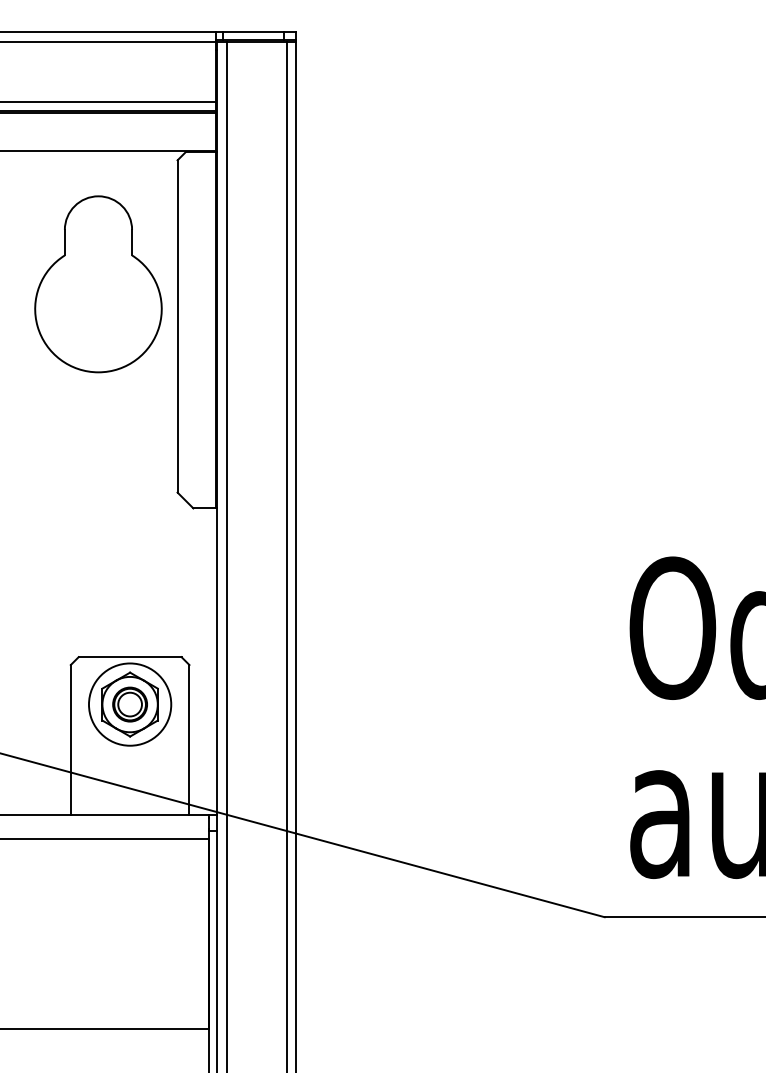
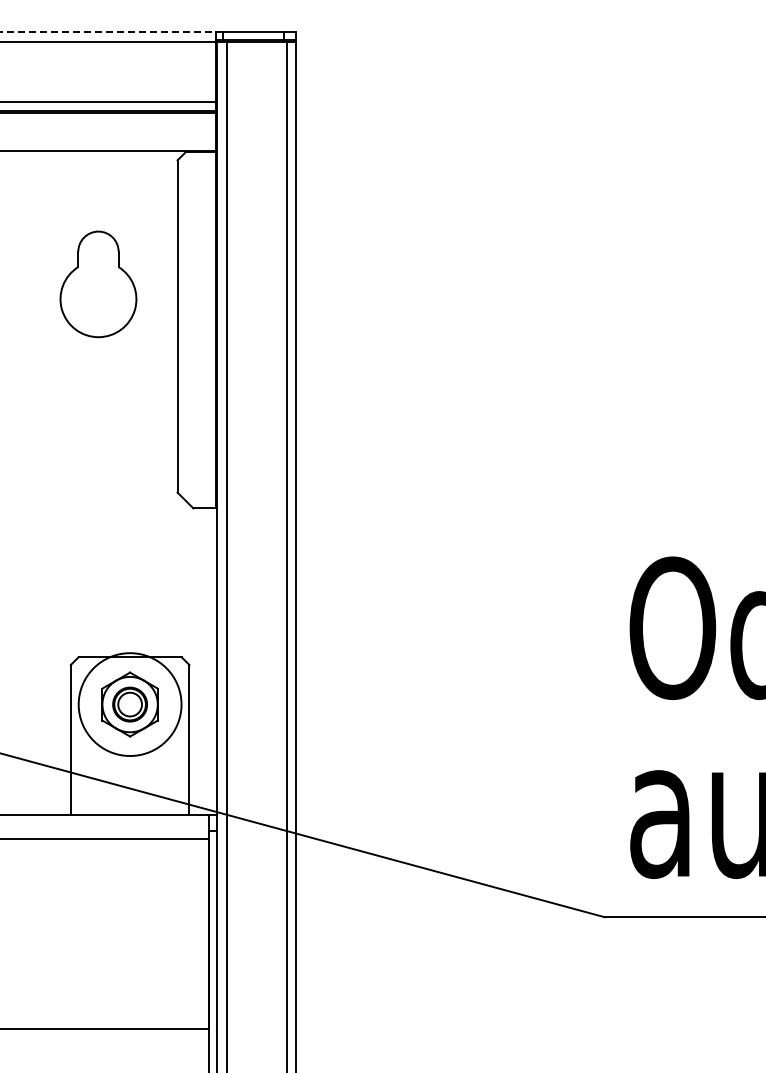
line at (108, 32): solid -> dashed
part at (98, 284) size: 129x179 px -> 79x109 px
circle at (129, 704) diameter: 82 px -> 103 px
